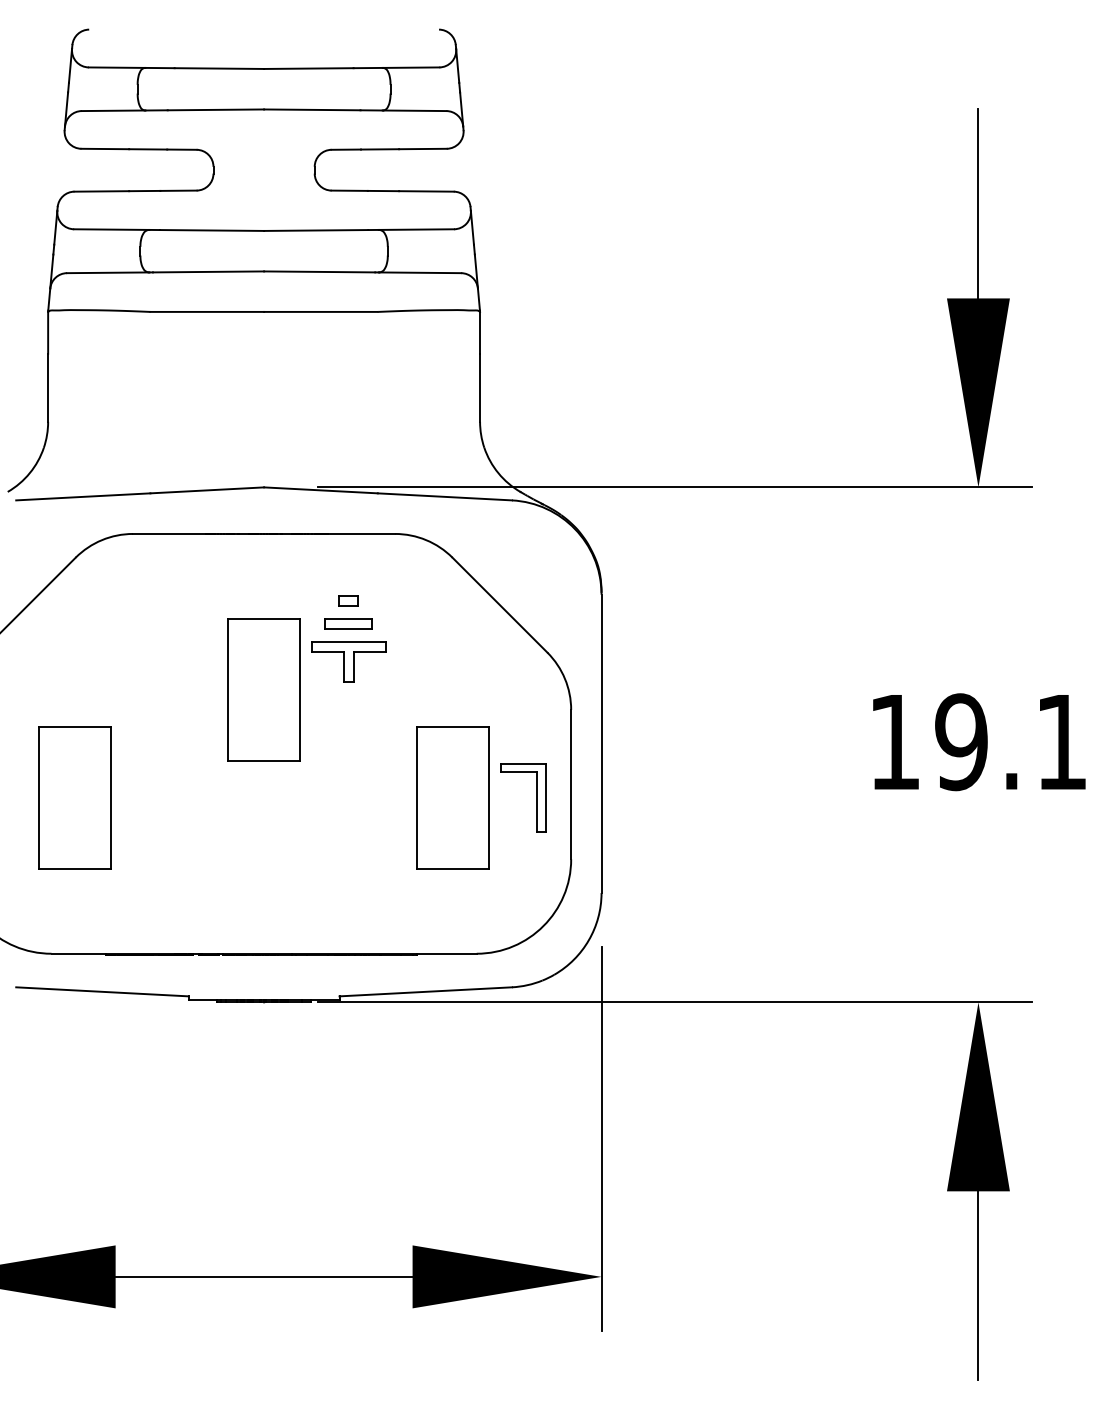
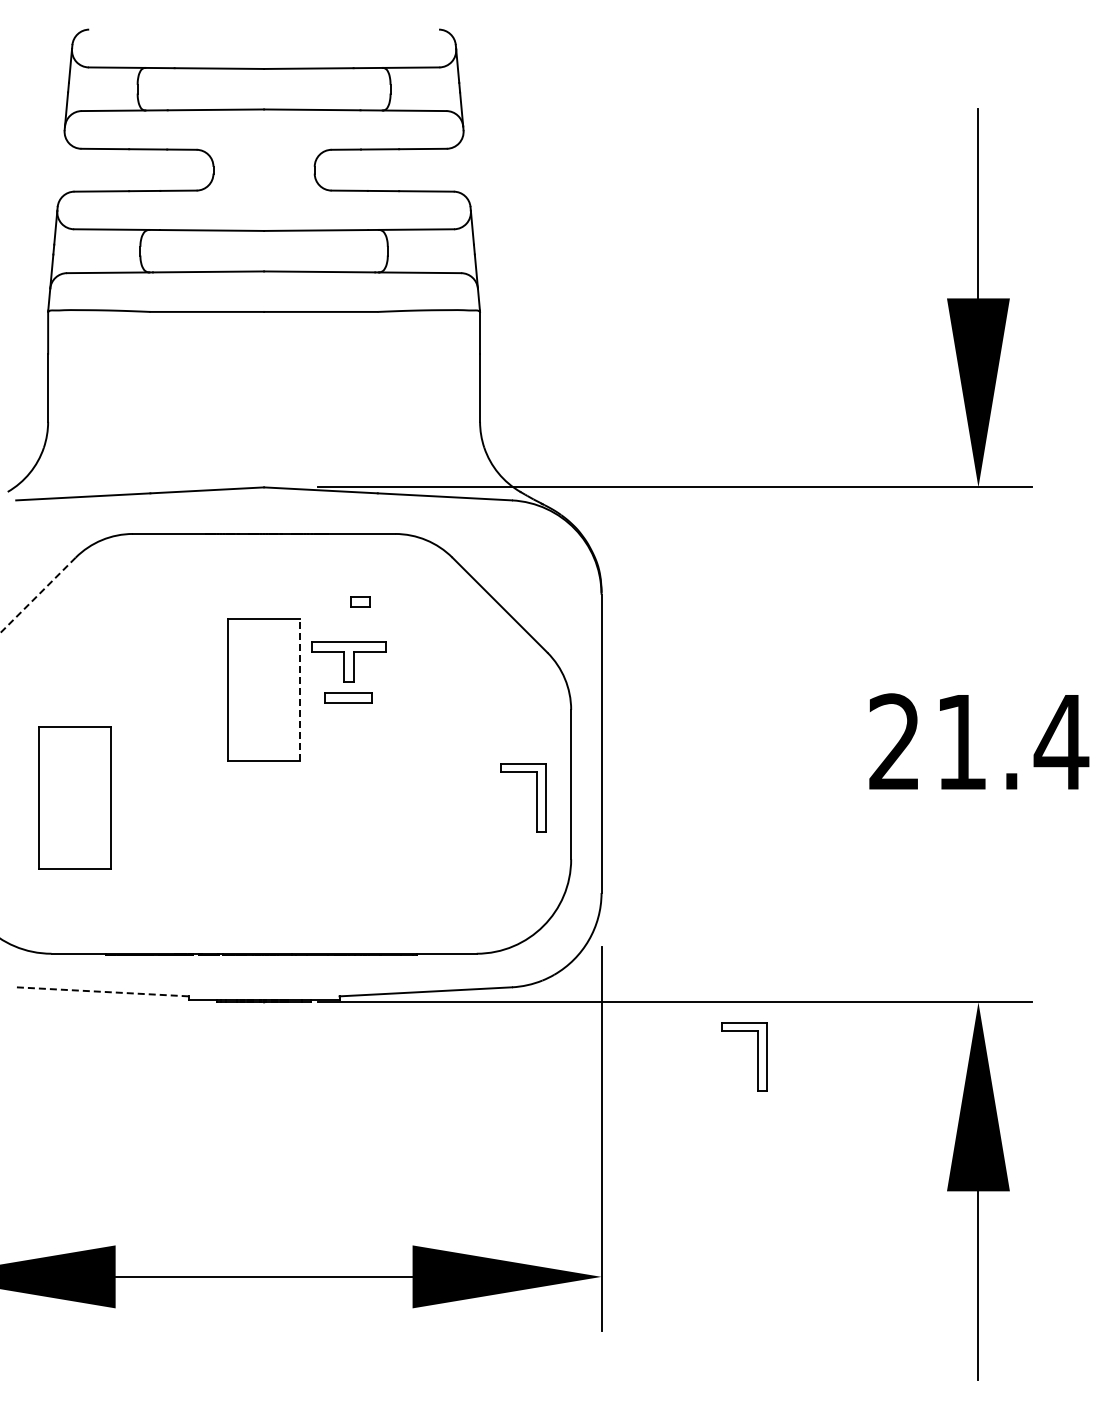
line at (37, 595): solid -> dashed
part at (348, 600) position: (348, 600) -> (360, 601)
part at (348, 623) position: (348, 623) -> (348, 697)
line at (299, 689): solid -> dashed
text at (979, 742): 19.1 -> 21.4
part at (452, 797): present -> none
line at (101, 991): solid -> dashed
part at (757, 1056): none -> present
